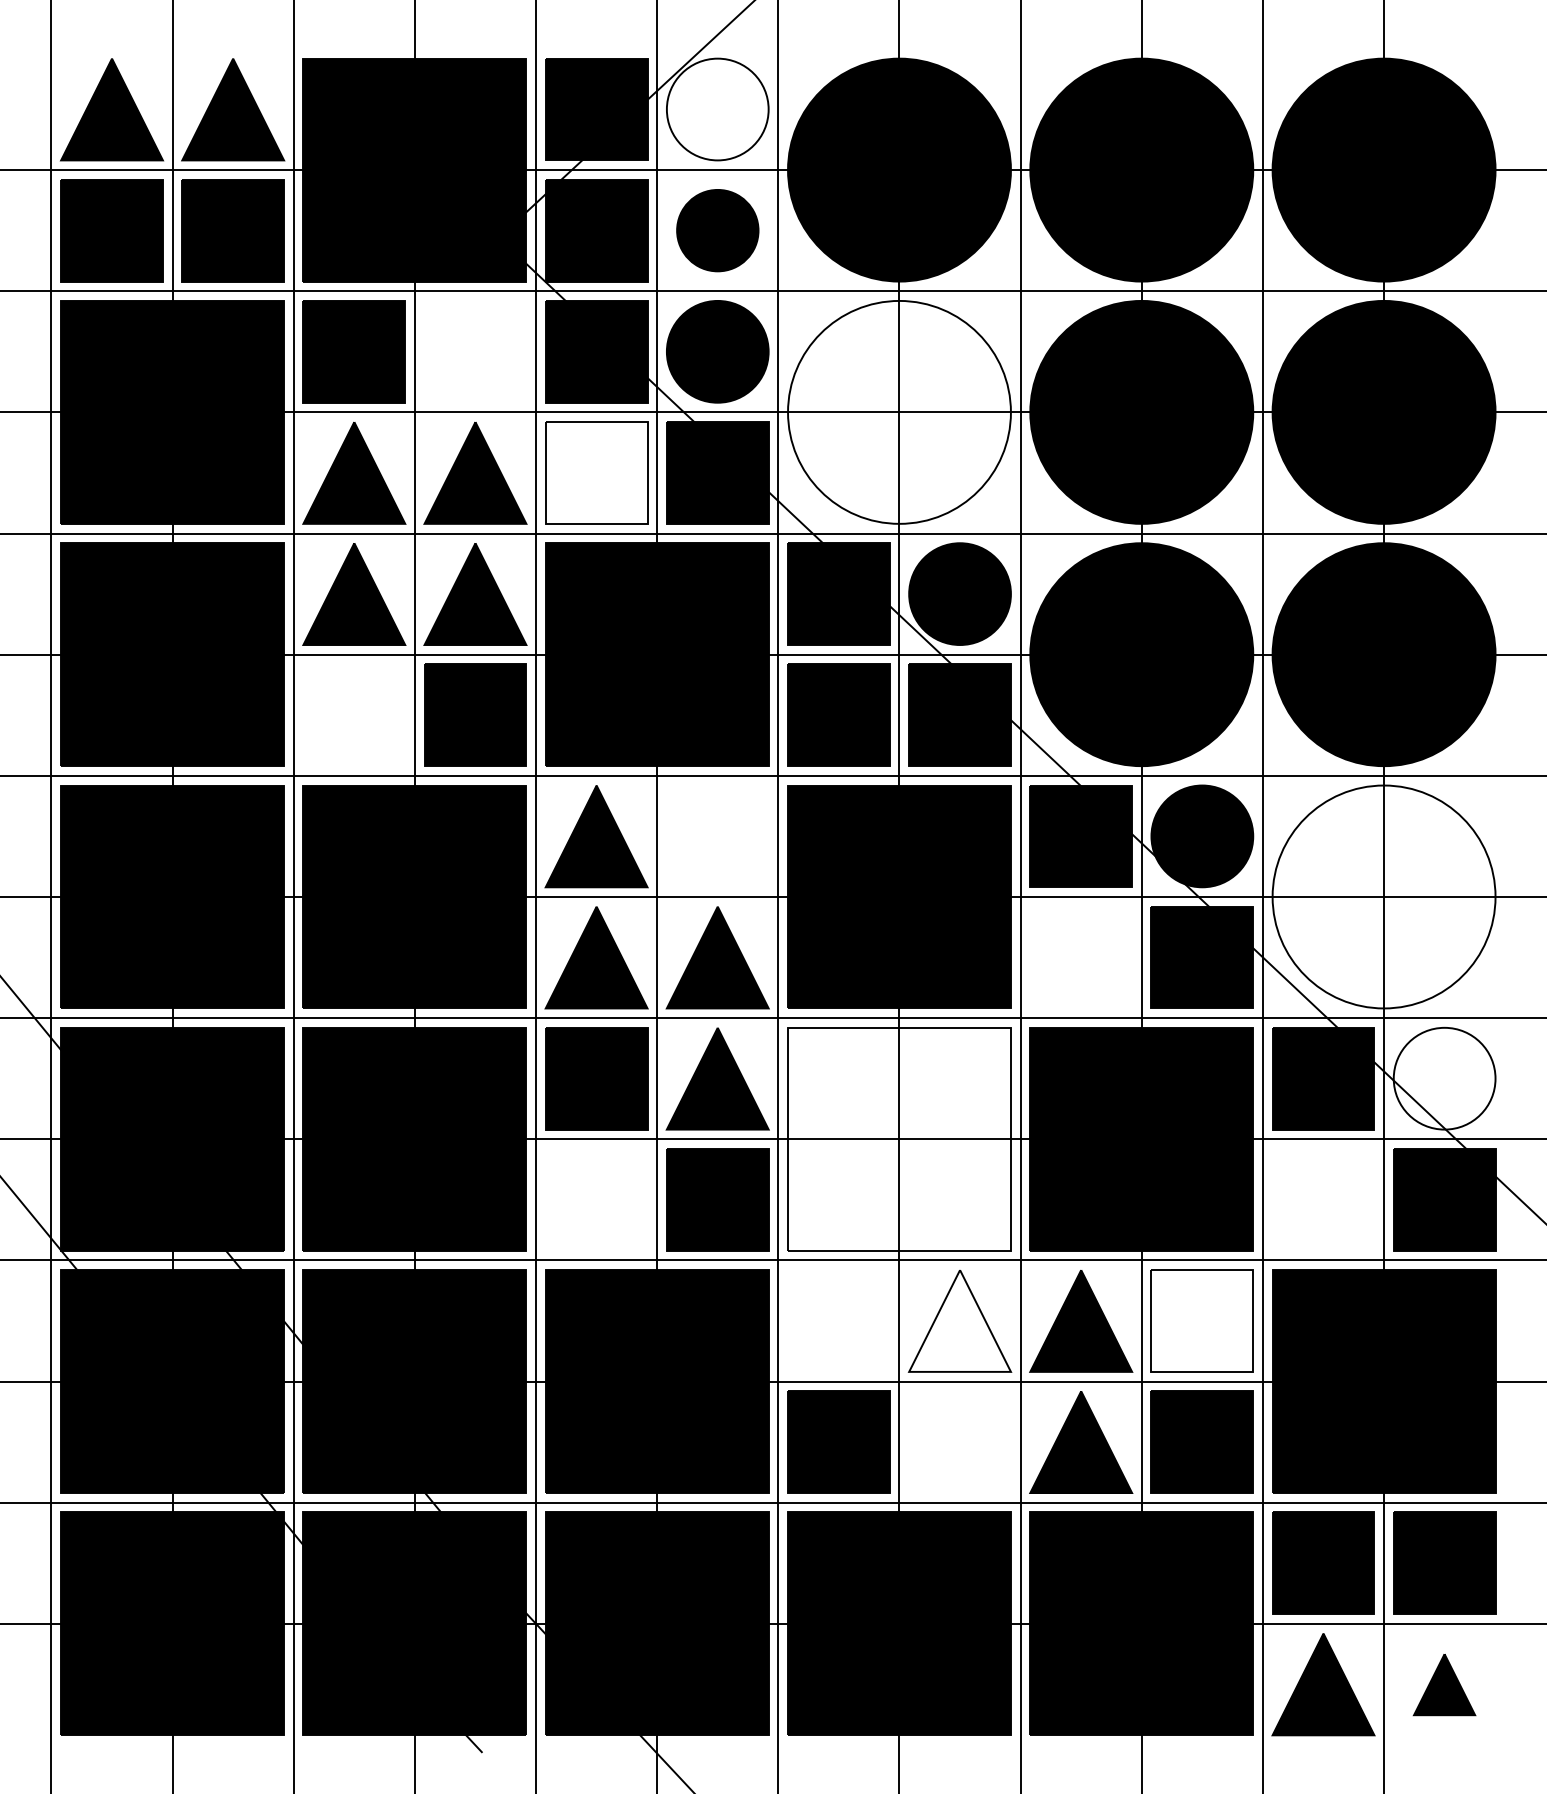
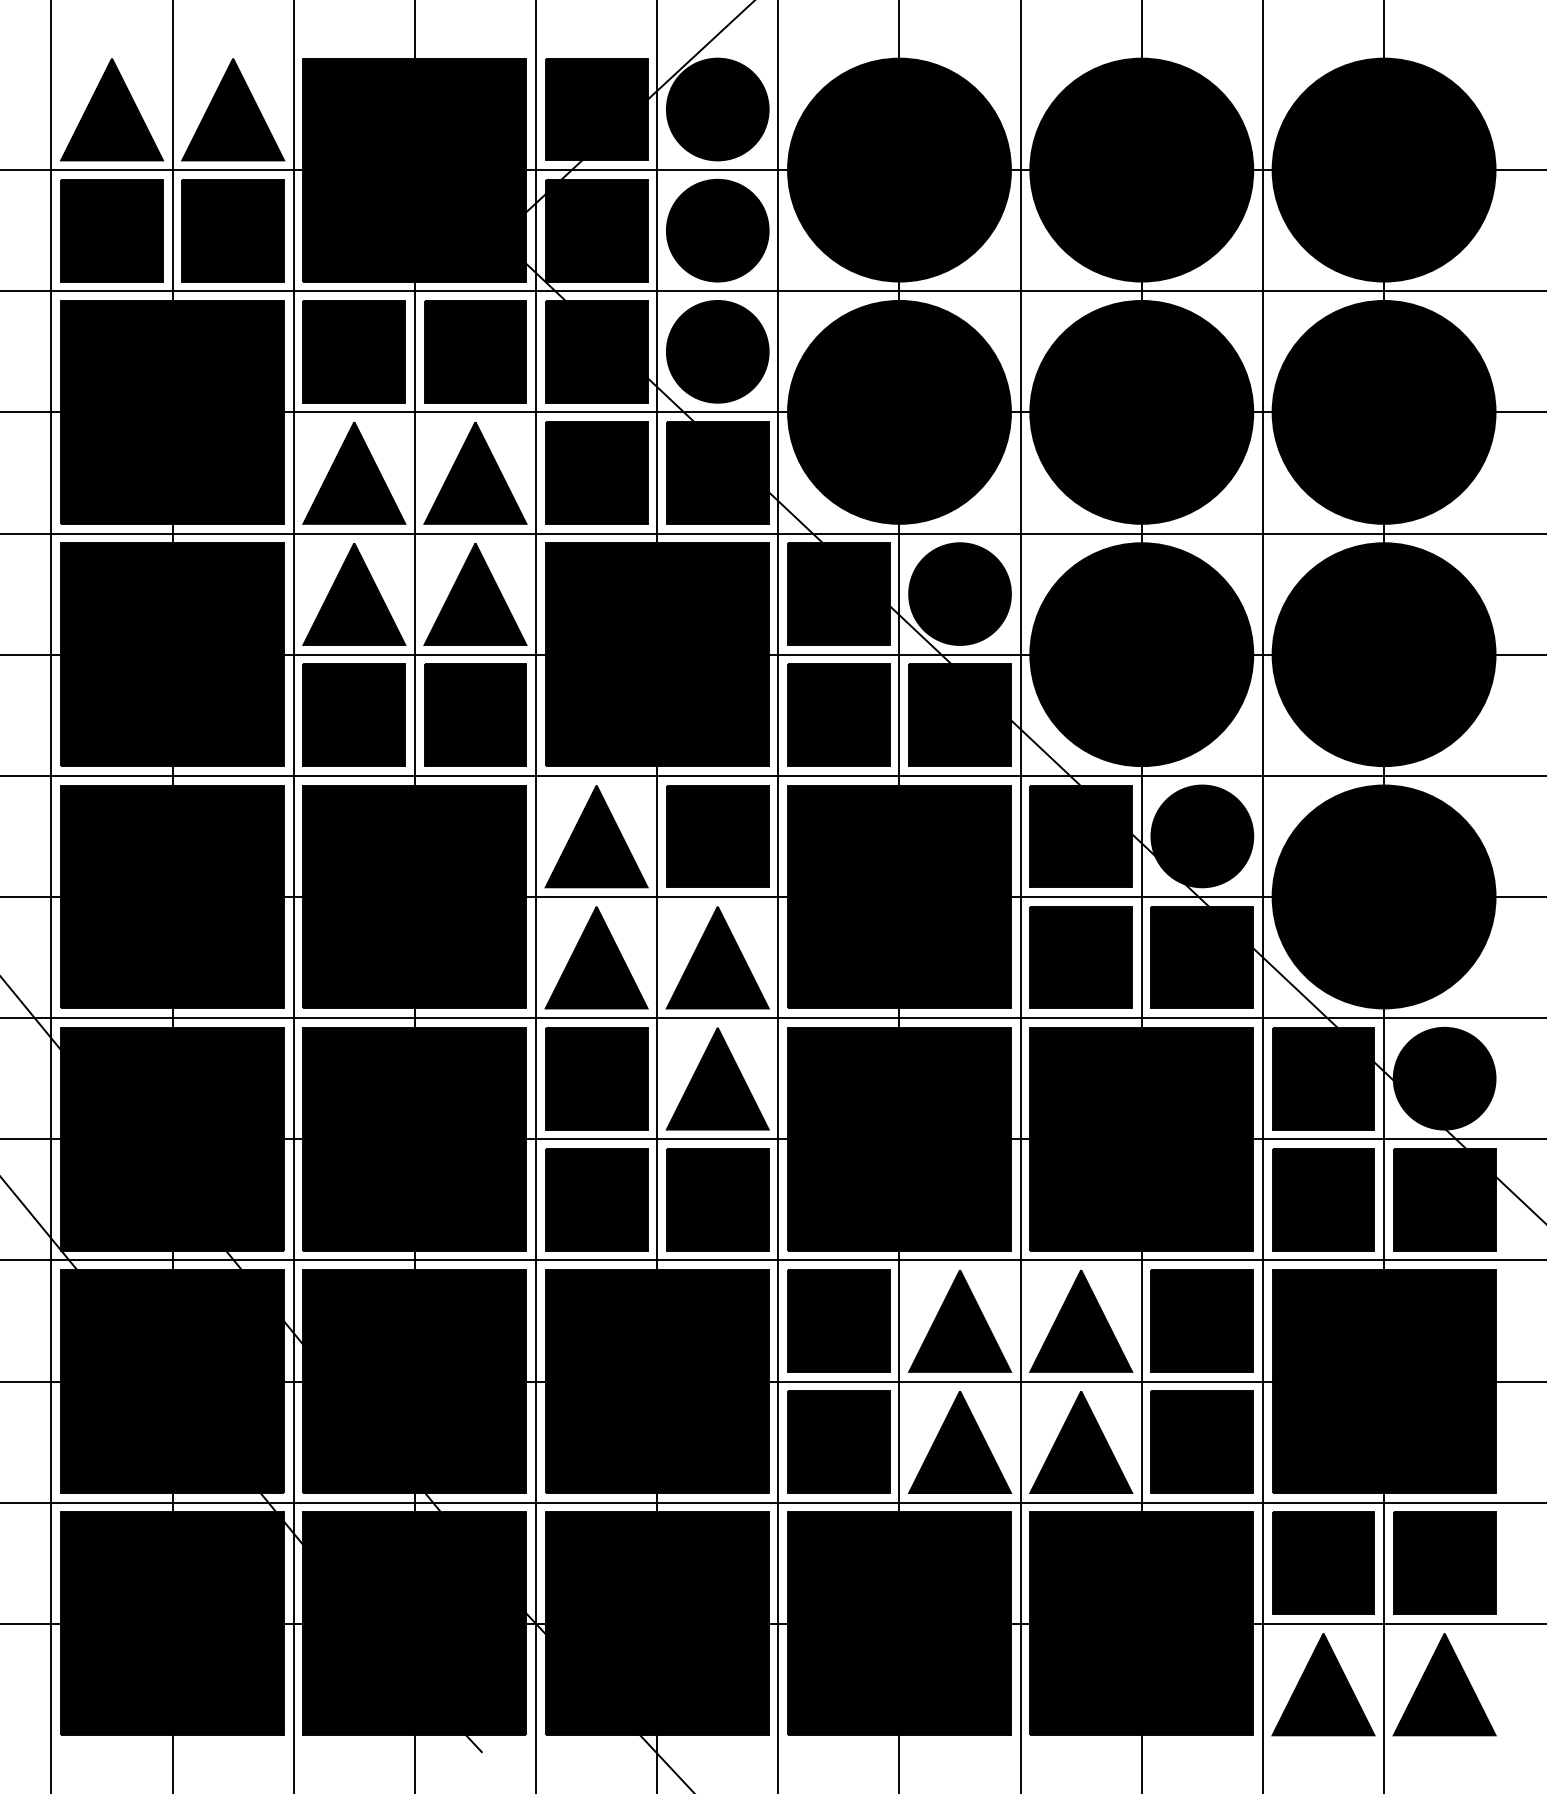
fill at (717, 109): none -> present
part at (717, 230) size: 84x84 px -> 104x105 px
part at (475, 351): none -> present
fill at (899, 411): none -> present
fill at (596, 472): none -> present
part at (353, 714): none -> present
part at (717, 836): none -> present
fill at (1383, 896): none -> present
part at (1080, 957): none -> present
fill at (1444, 1078): none -> present
fill at (899, 1138): none -> present
part at (596, 1199): none -> present
part at (1323, 1199): none -> present
part at (838, 1320): none -> present
fill at (959, 1320): none -> present
fill at (1202, 1320): none -> present
part at (959, 1442): none -> present
part at (1444, 1685) size: 65x63 px -> 105x104 px
